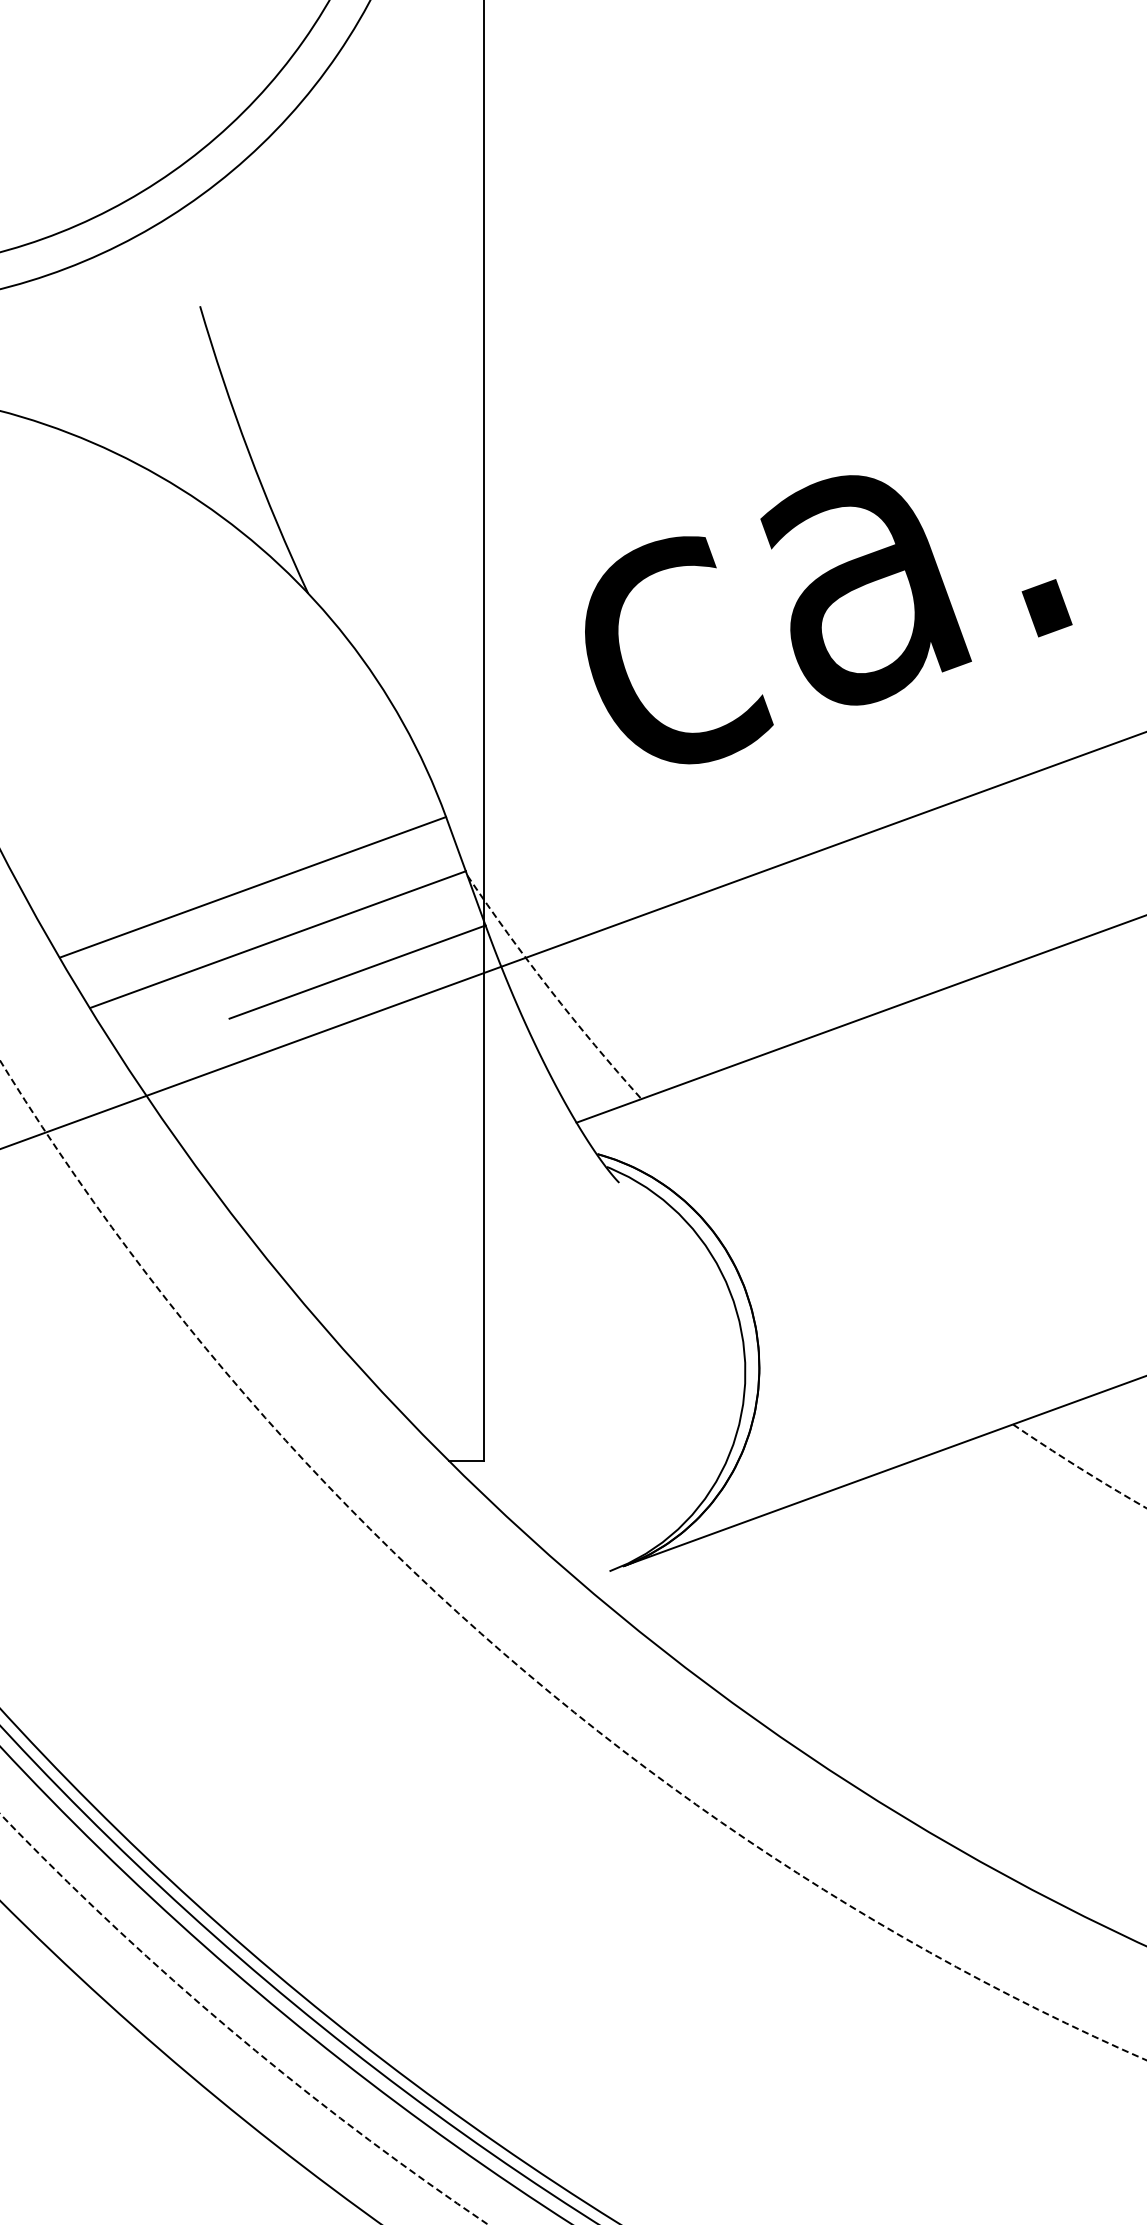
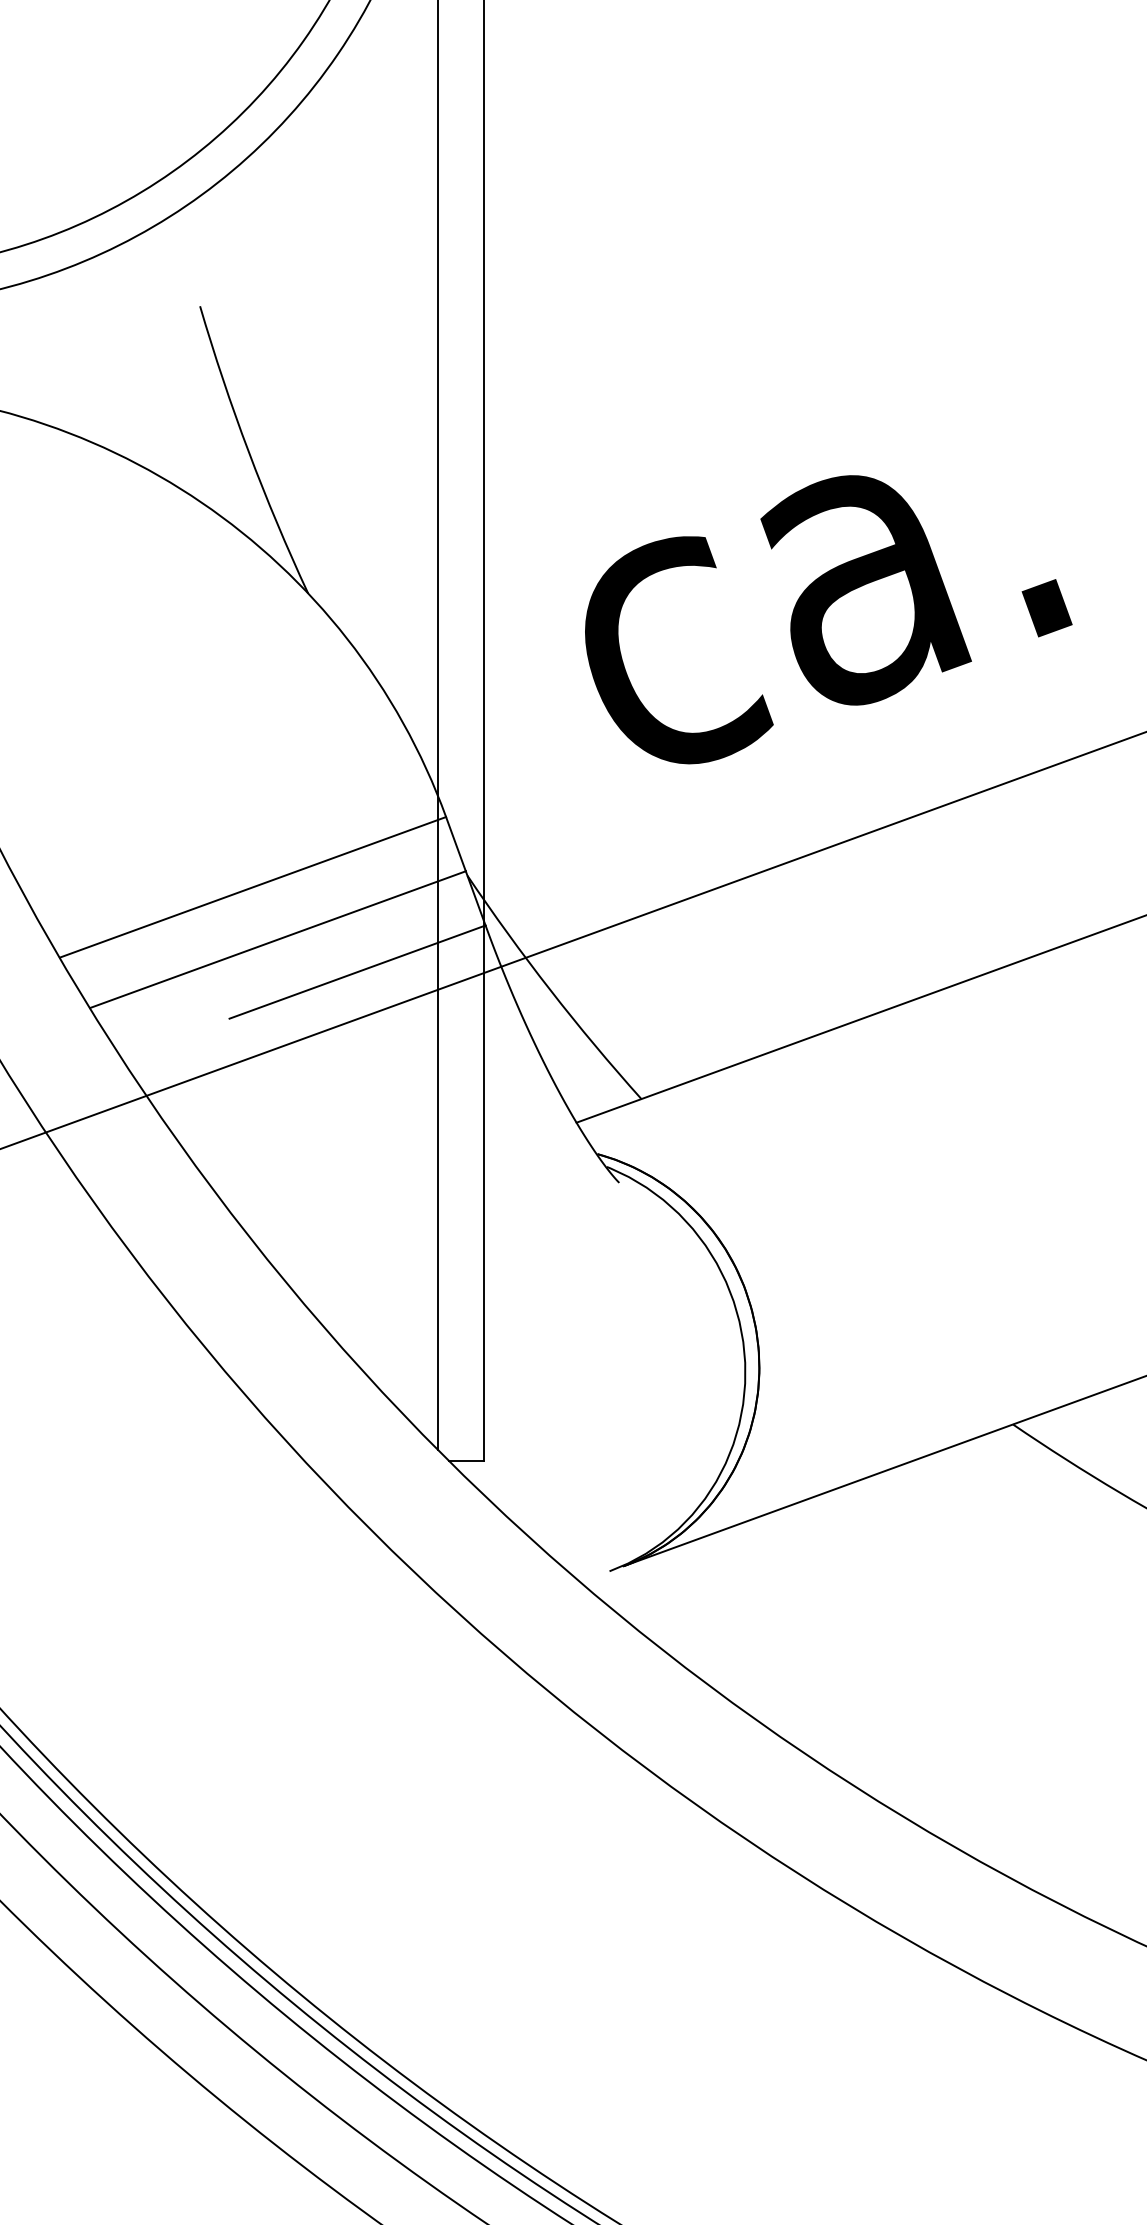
line at (438, 726): none -> present
arc at (550, 990): dashed -> solid
arc at (1079, 1467): dashed -> solid
circle at (573, 1560): dashed -> solid
circle at (244, 2019): dashed -> solid
